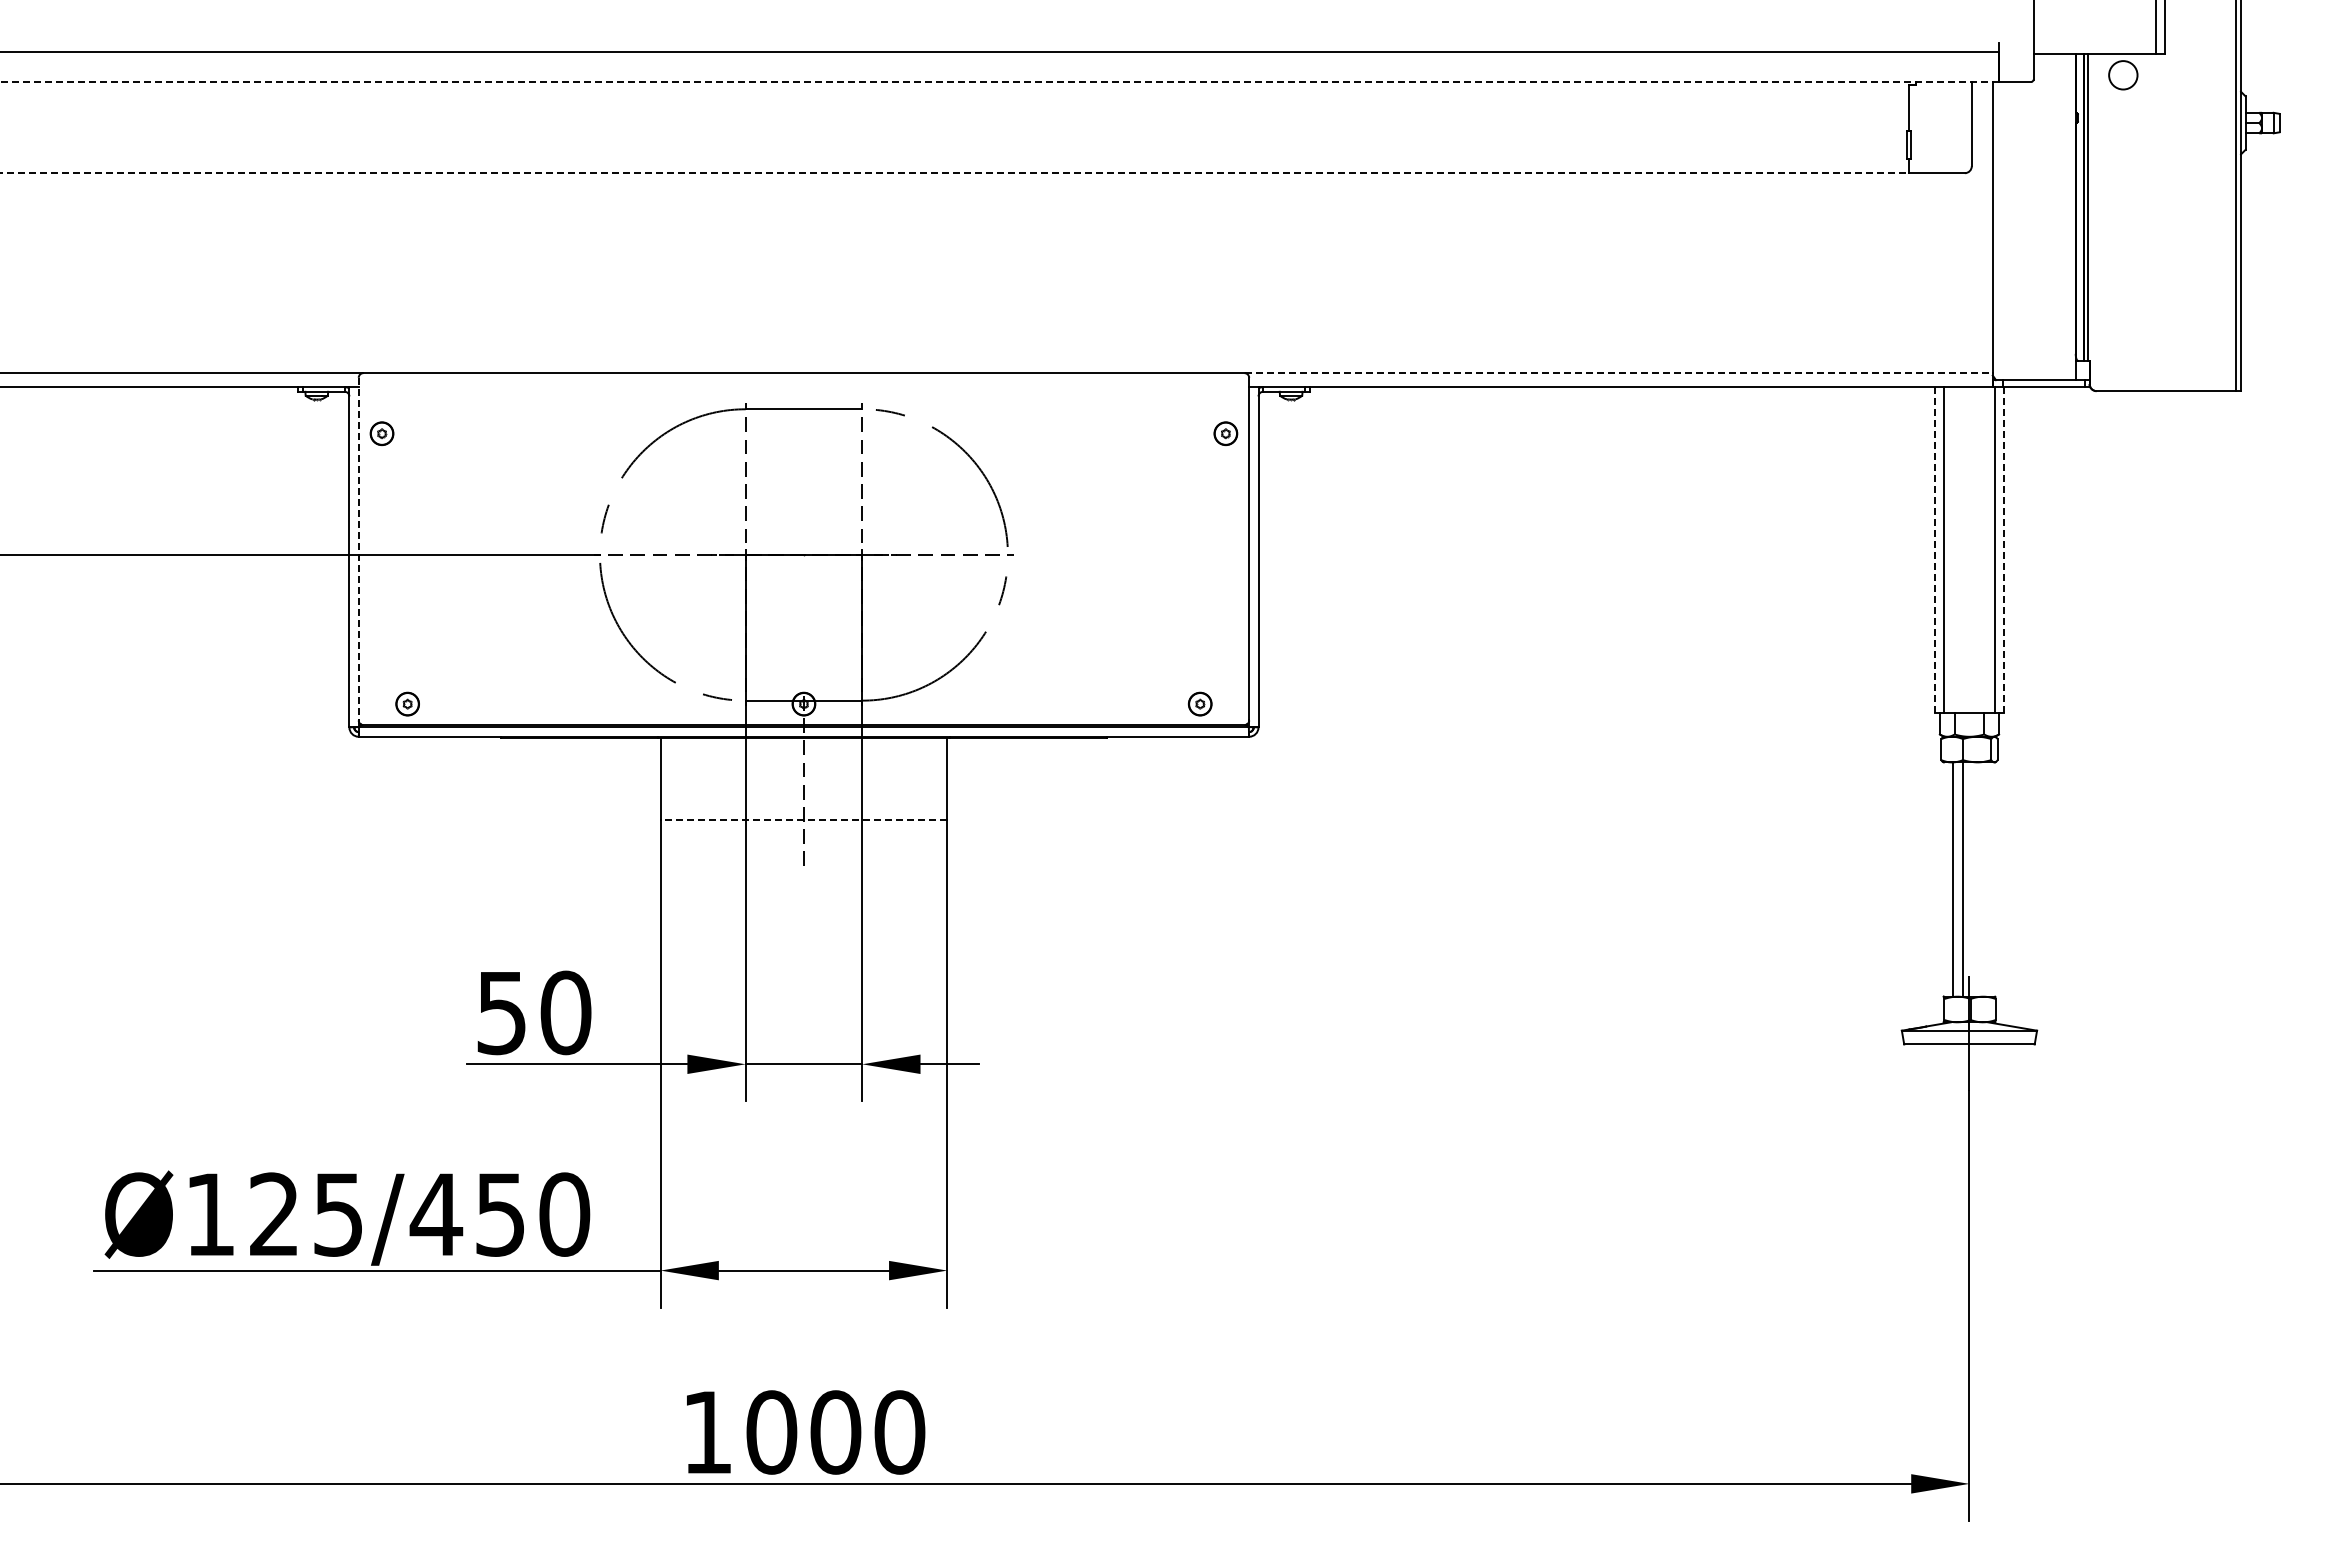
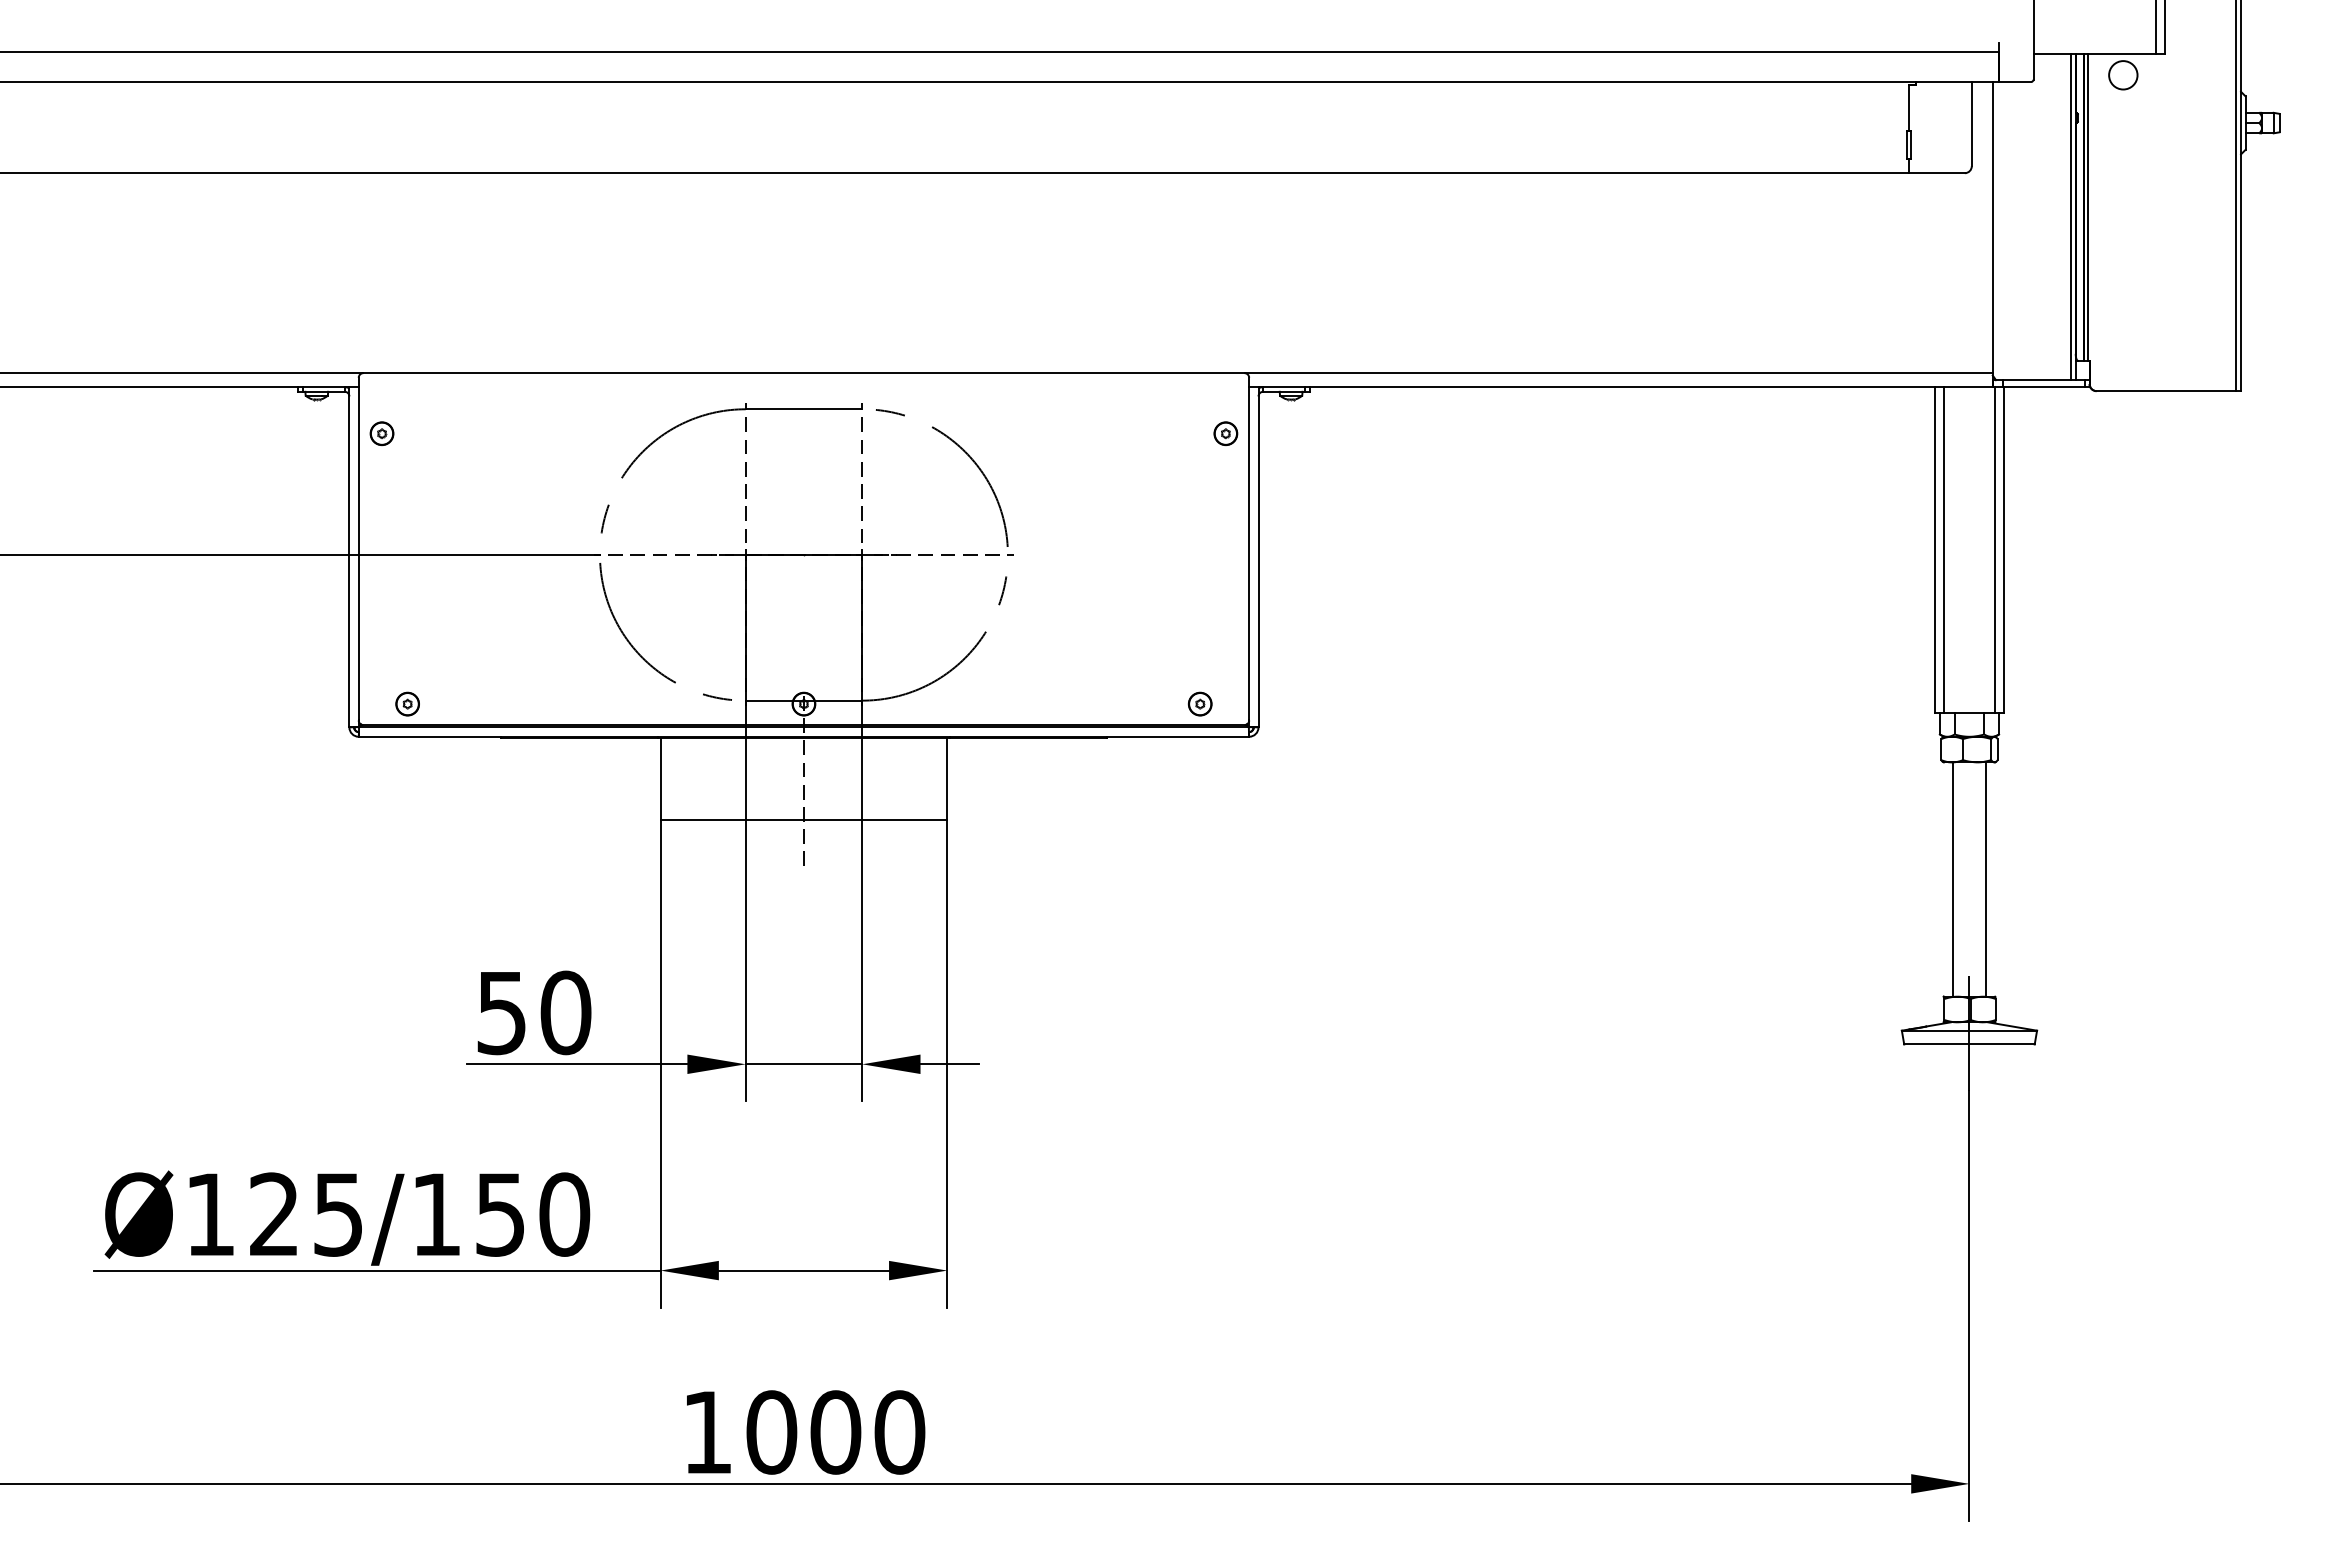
line at (998, 81): dashed -> solid
line at (954, 173): dashed -> solid
line at (2071, 217): none -> present
line at (1619, 373): dashed -> solid
line at (358, 549): dashed -> solid
line at (1934, 550): dashed -> solid
line at (2004, 550): dashed -> solid
line at (803, 819): dashed -> solid
line at (1962, 879) position: (1962, 879) -> (1985, 879)
text at (436, 1214): Ø125/450 -> Ø125/150
